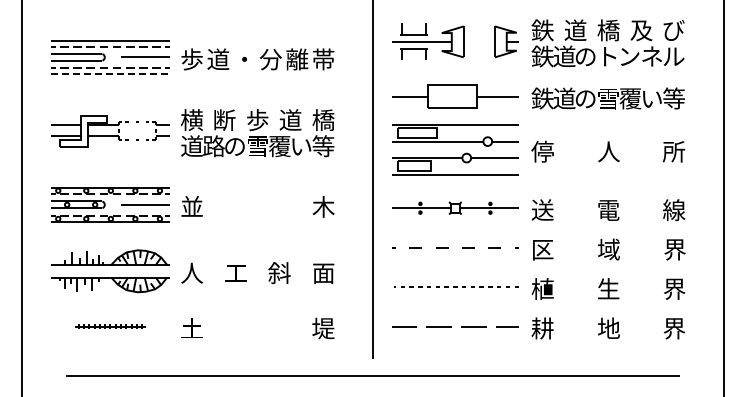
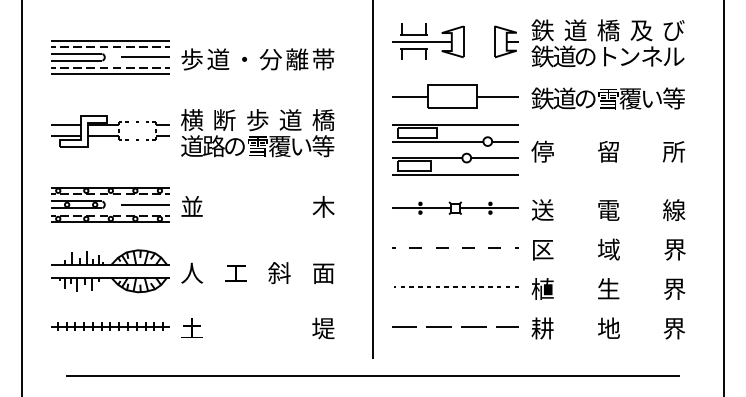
line at (110, 74): dashed -> solid
text at (608, 151): 人 -> 留
part at (110, 326) size: 71x5 px -> 119x9 px
